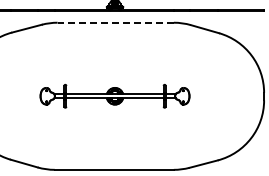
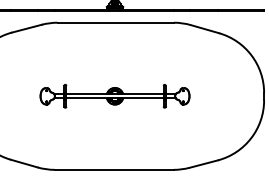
line at (115, 22): dashed -> solid
